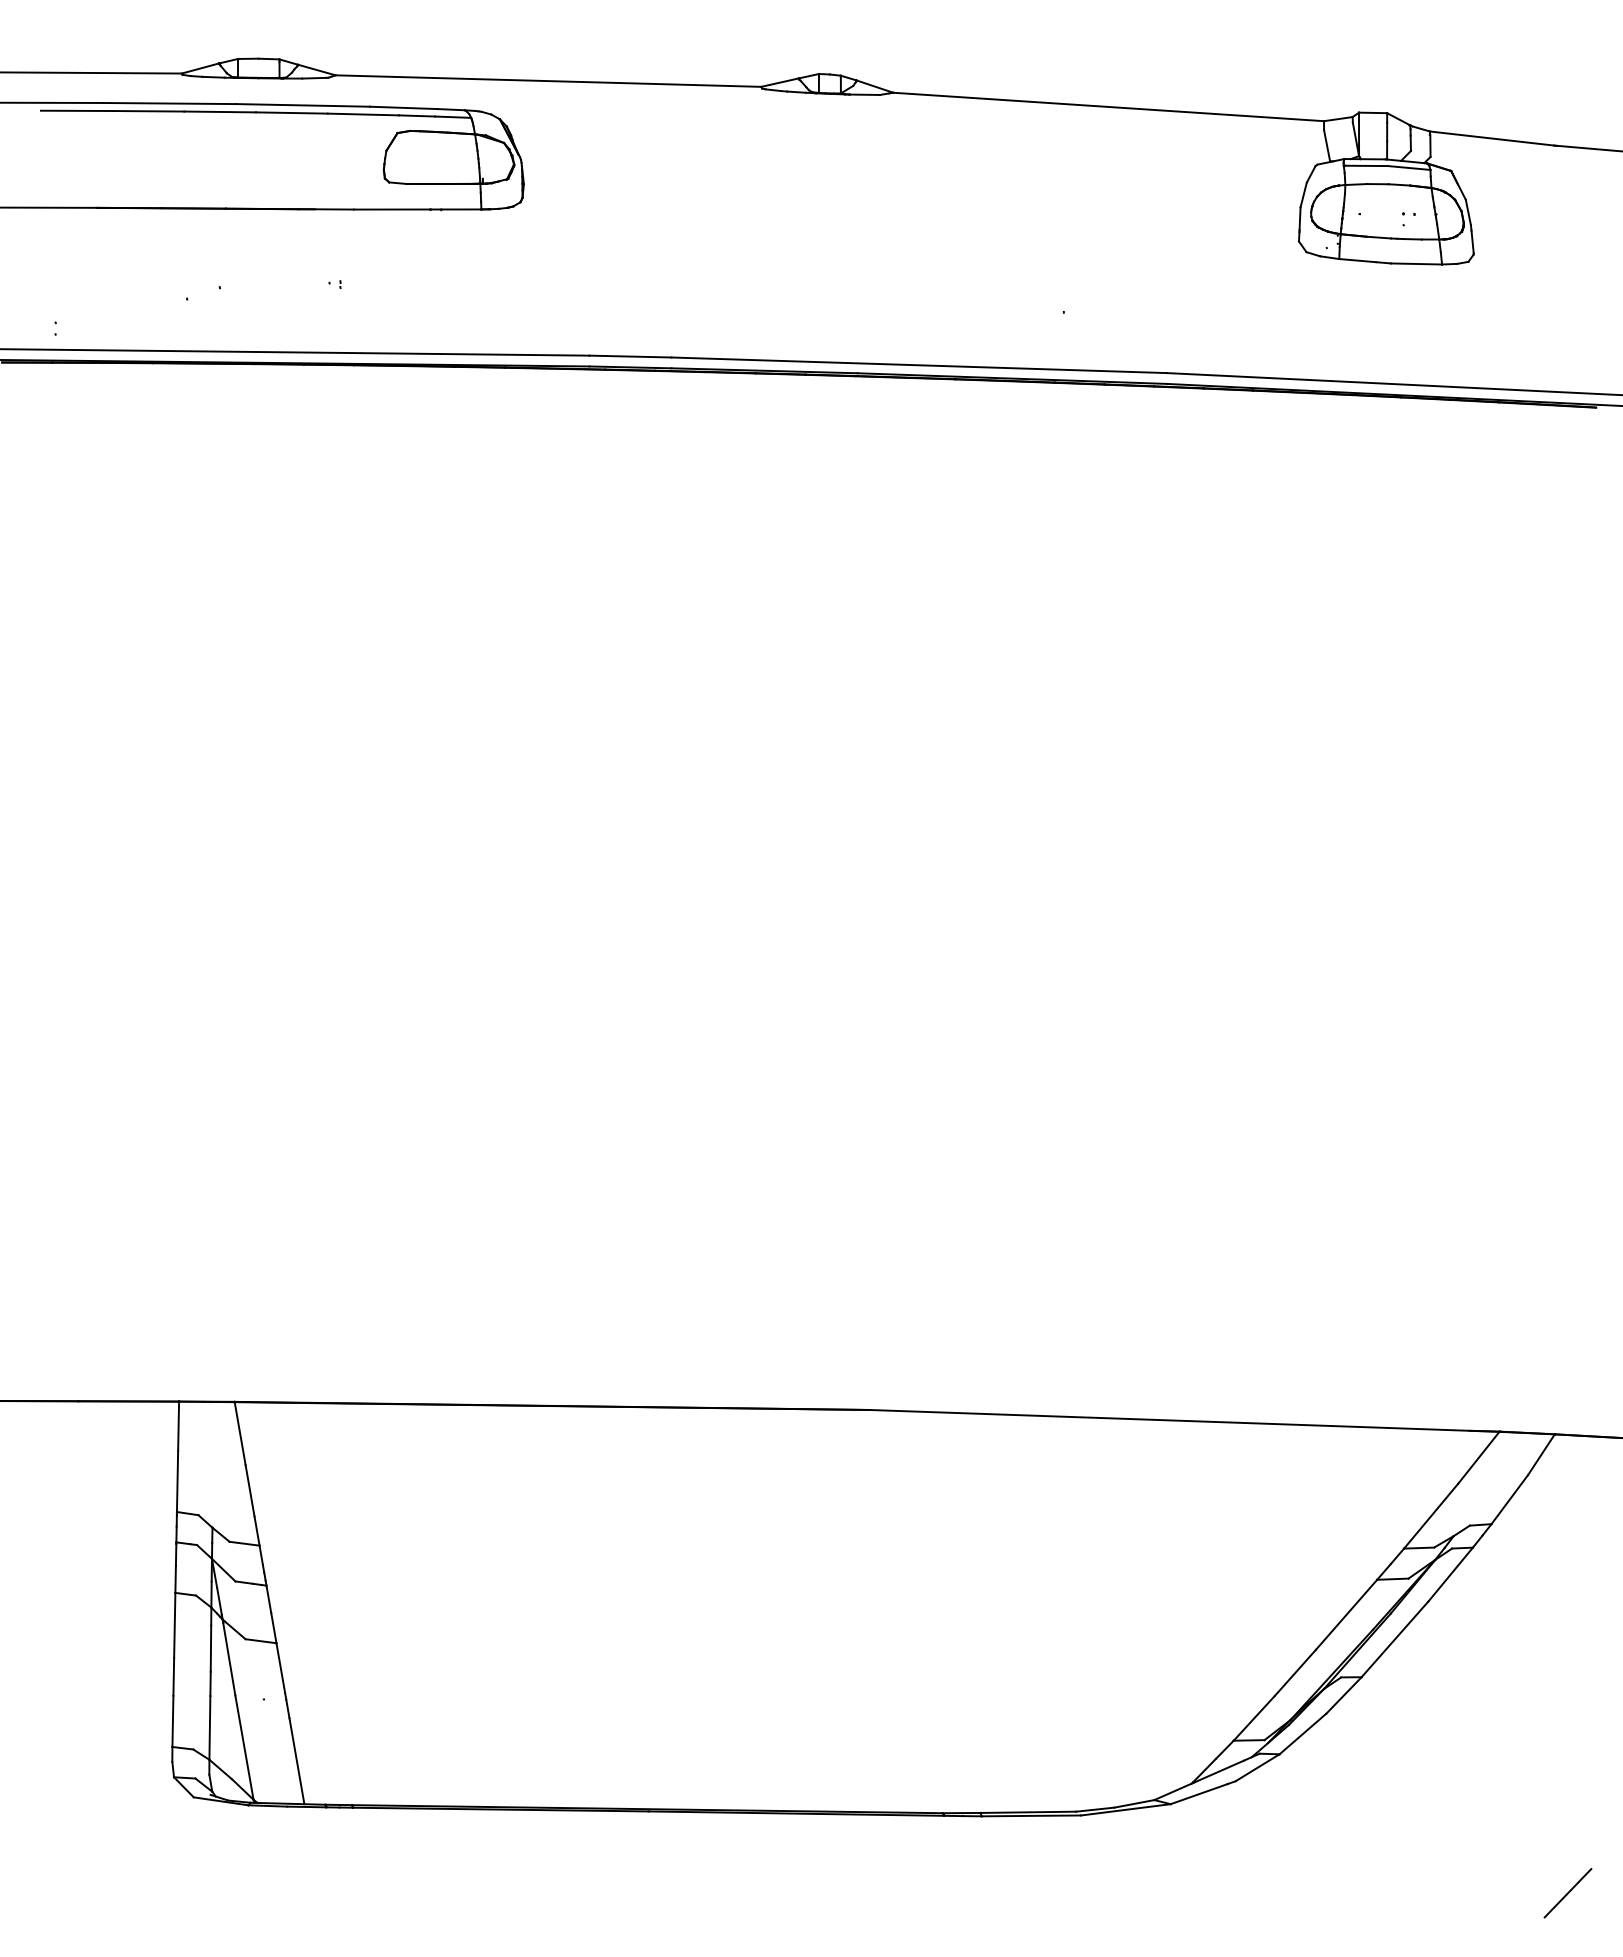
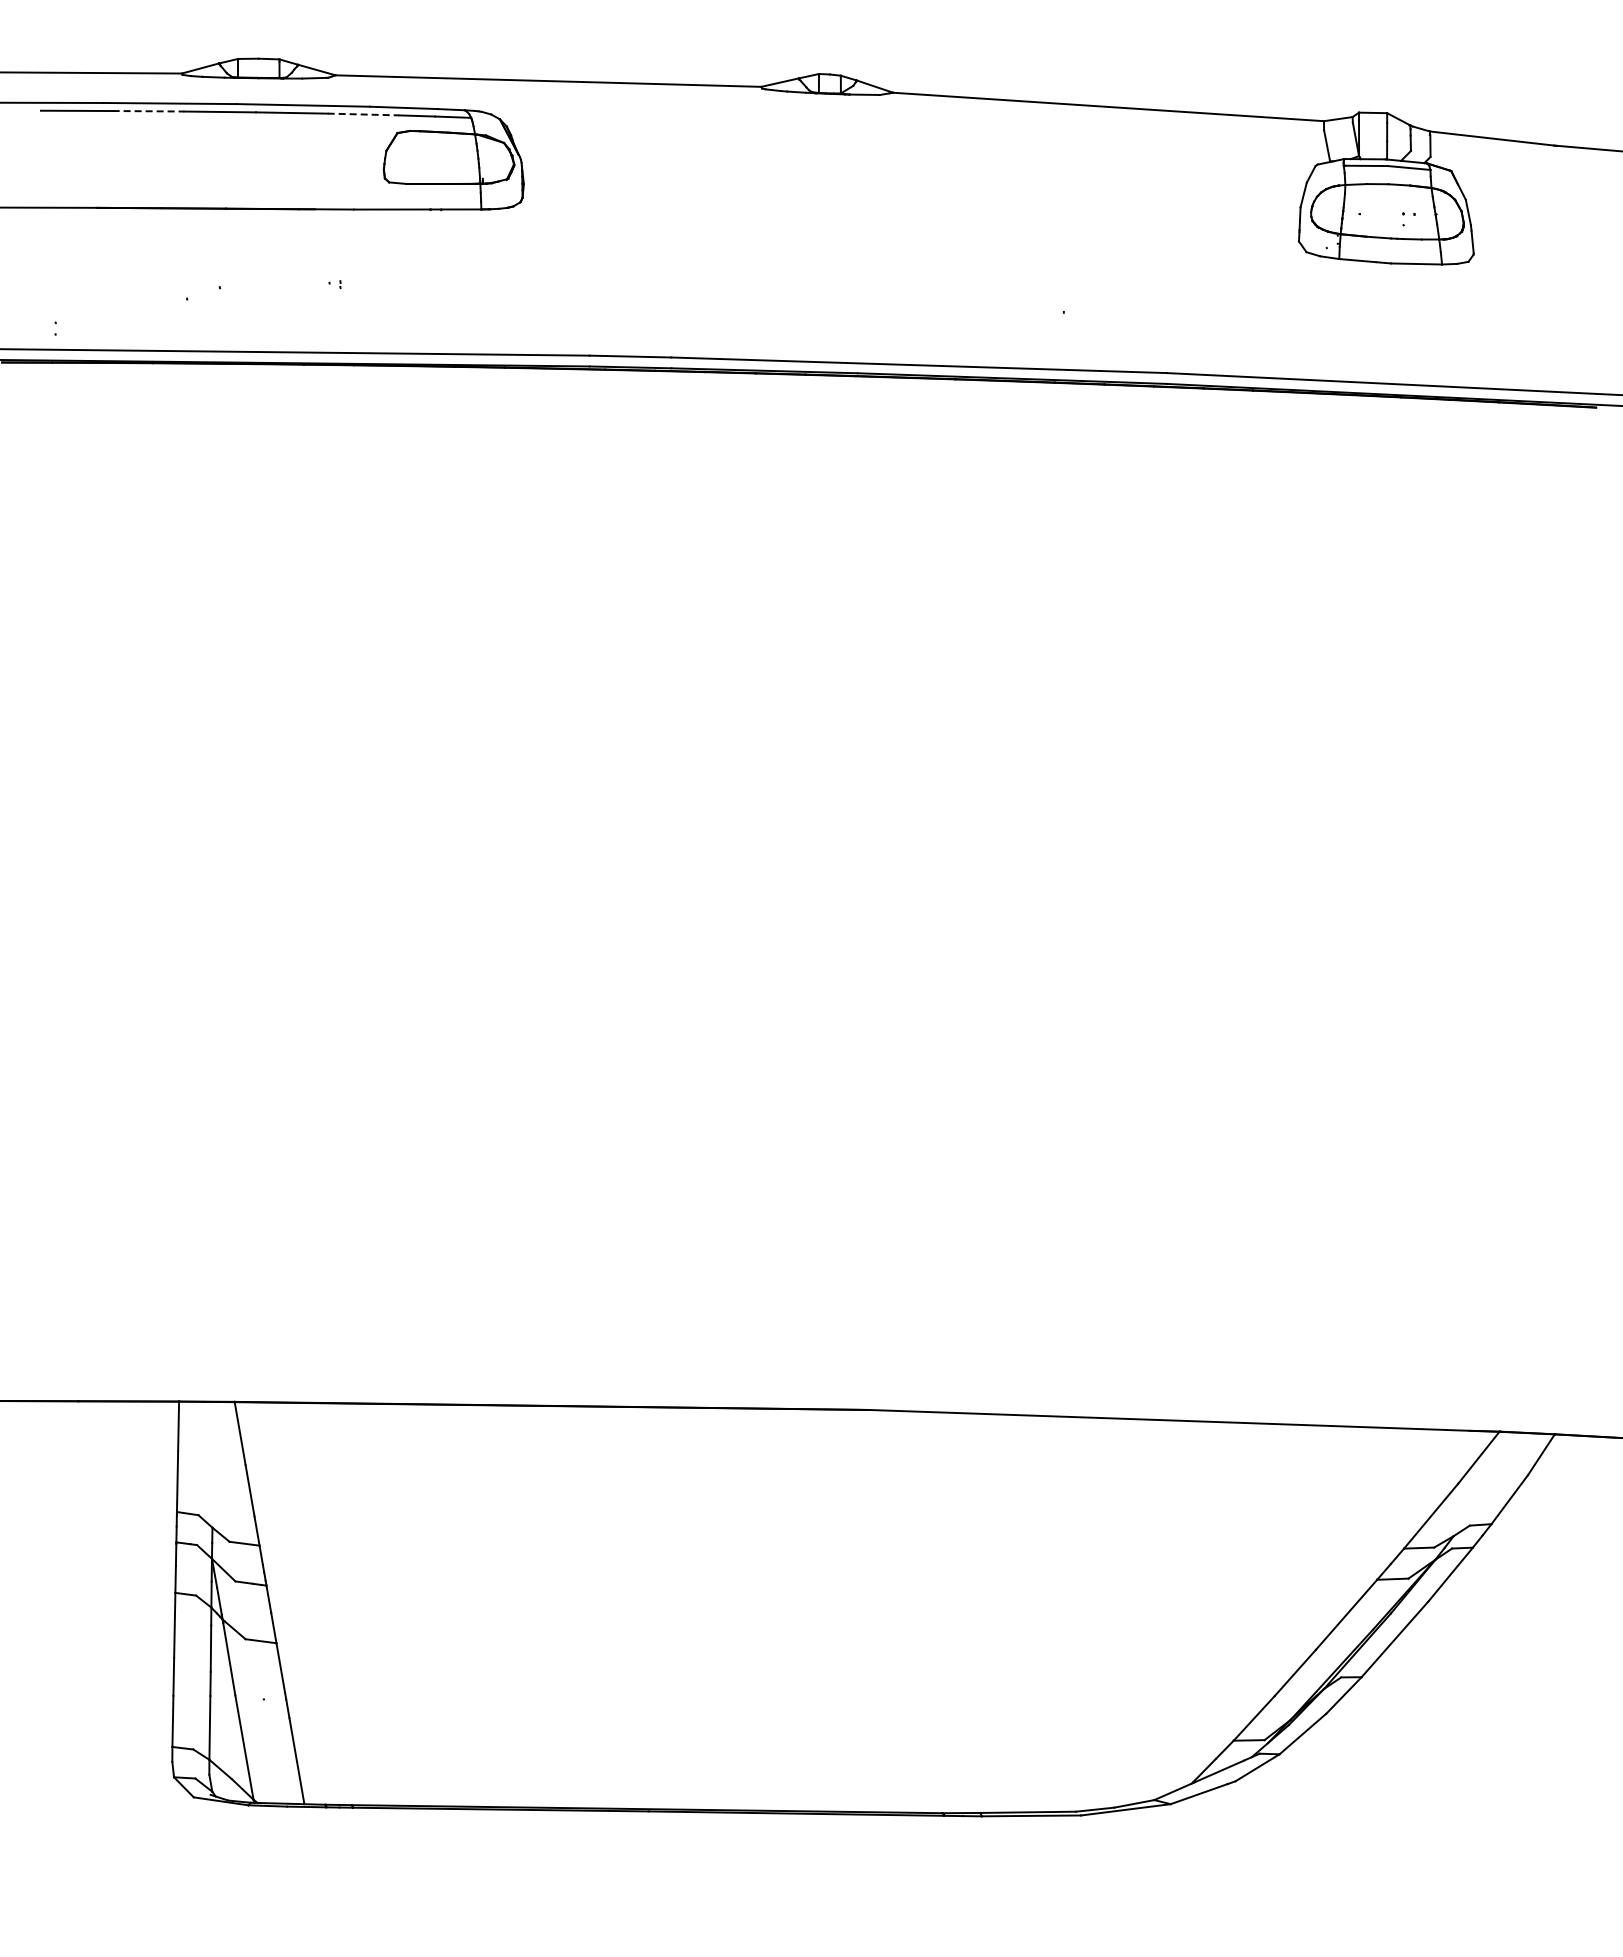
line at (148, 111): solid -> dashed
line at (363, 114): solid -> dashed
line at (1567, 1893): present -> none
